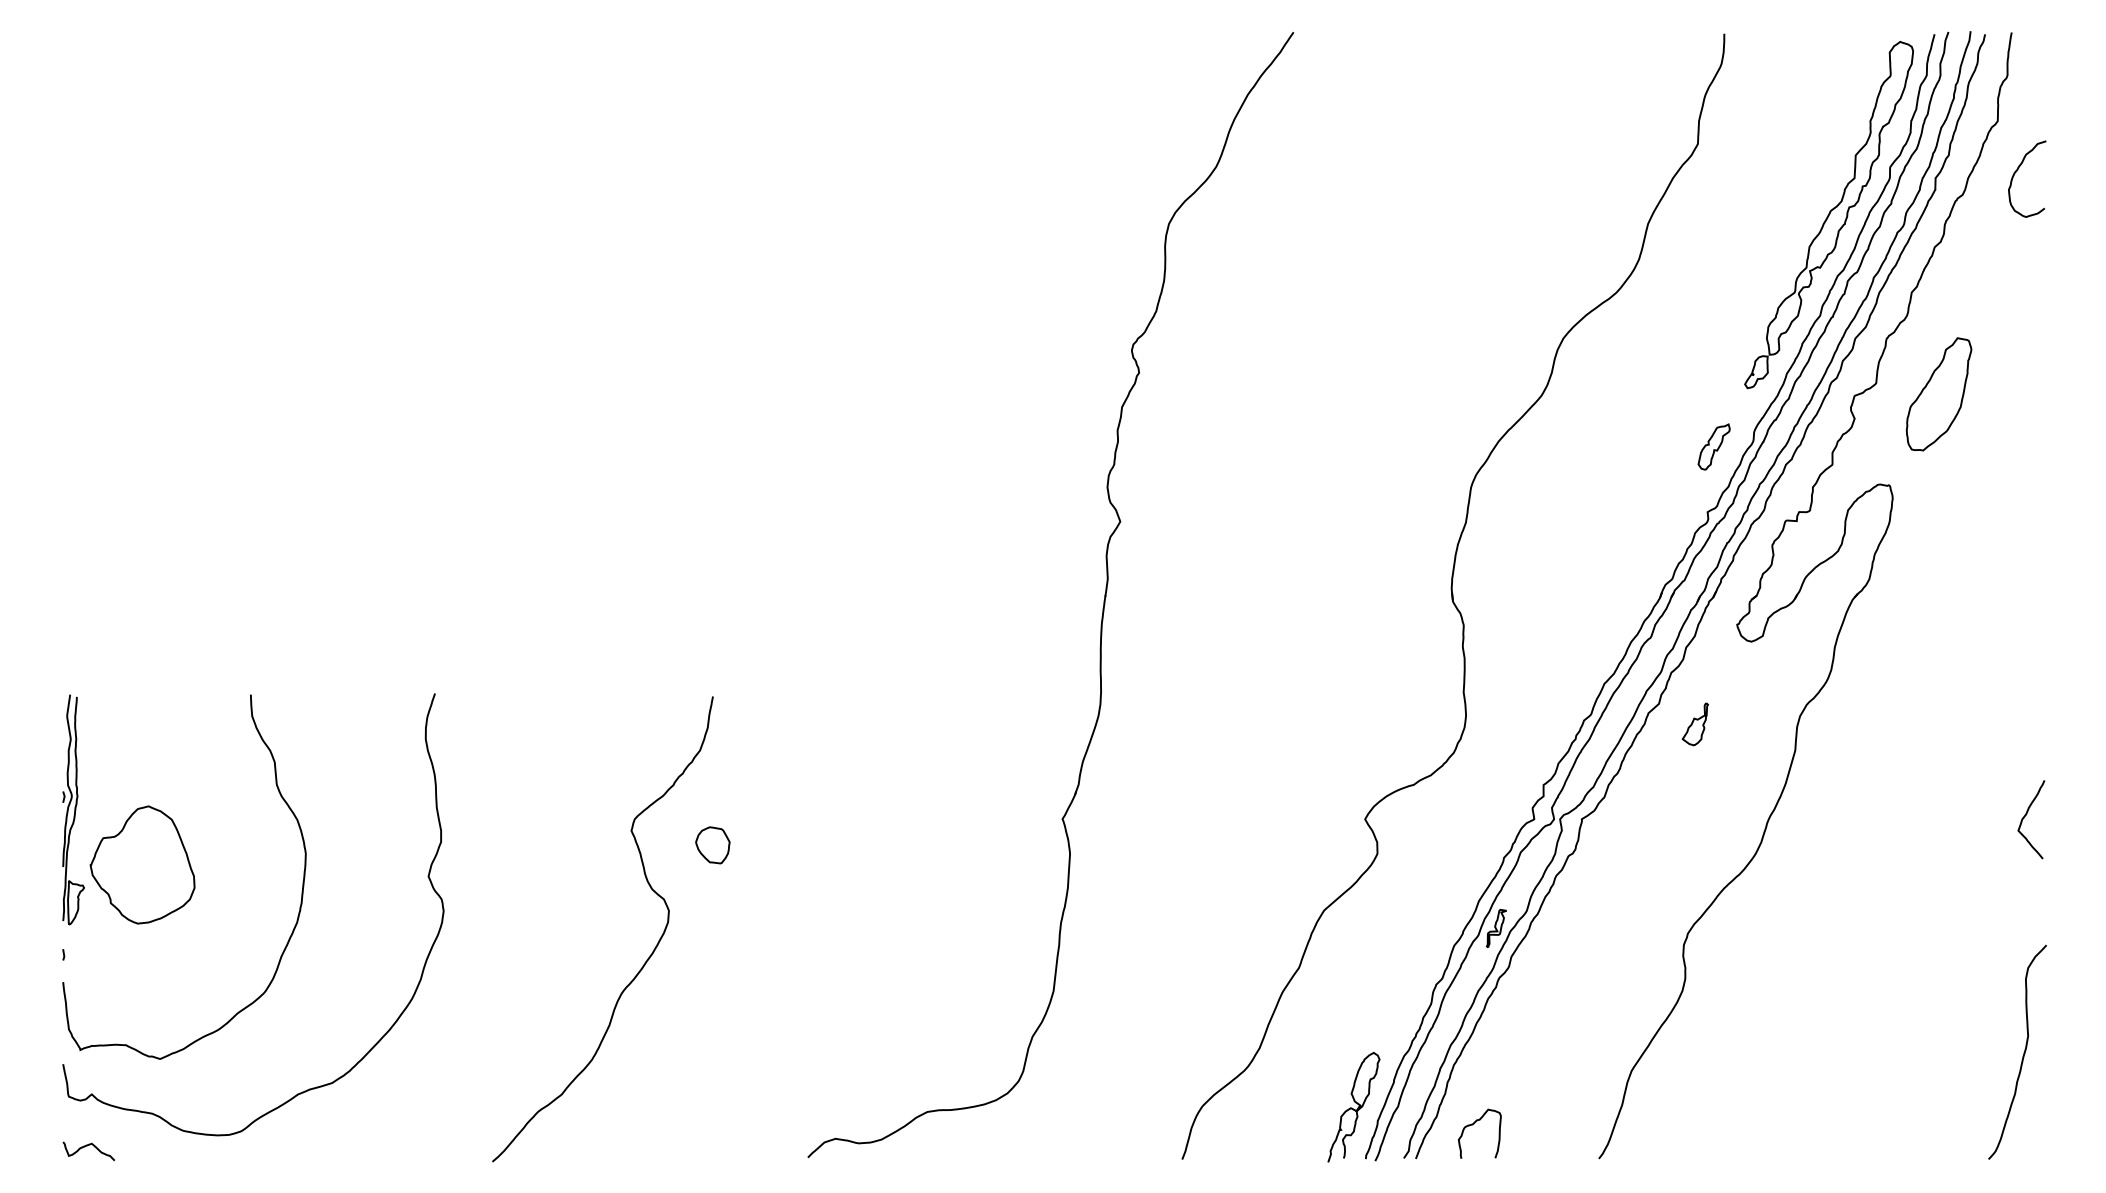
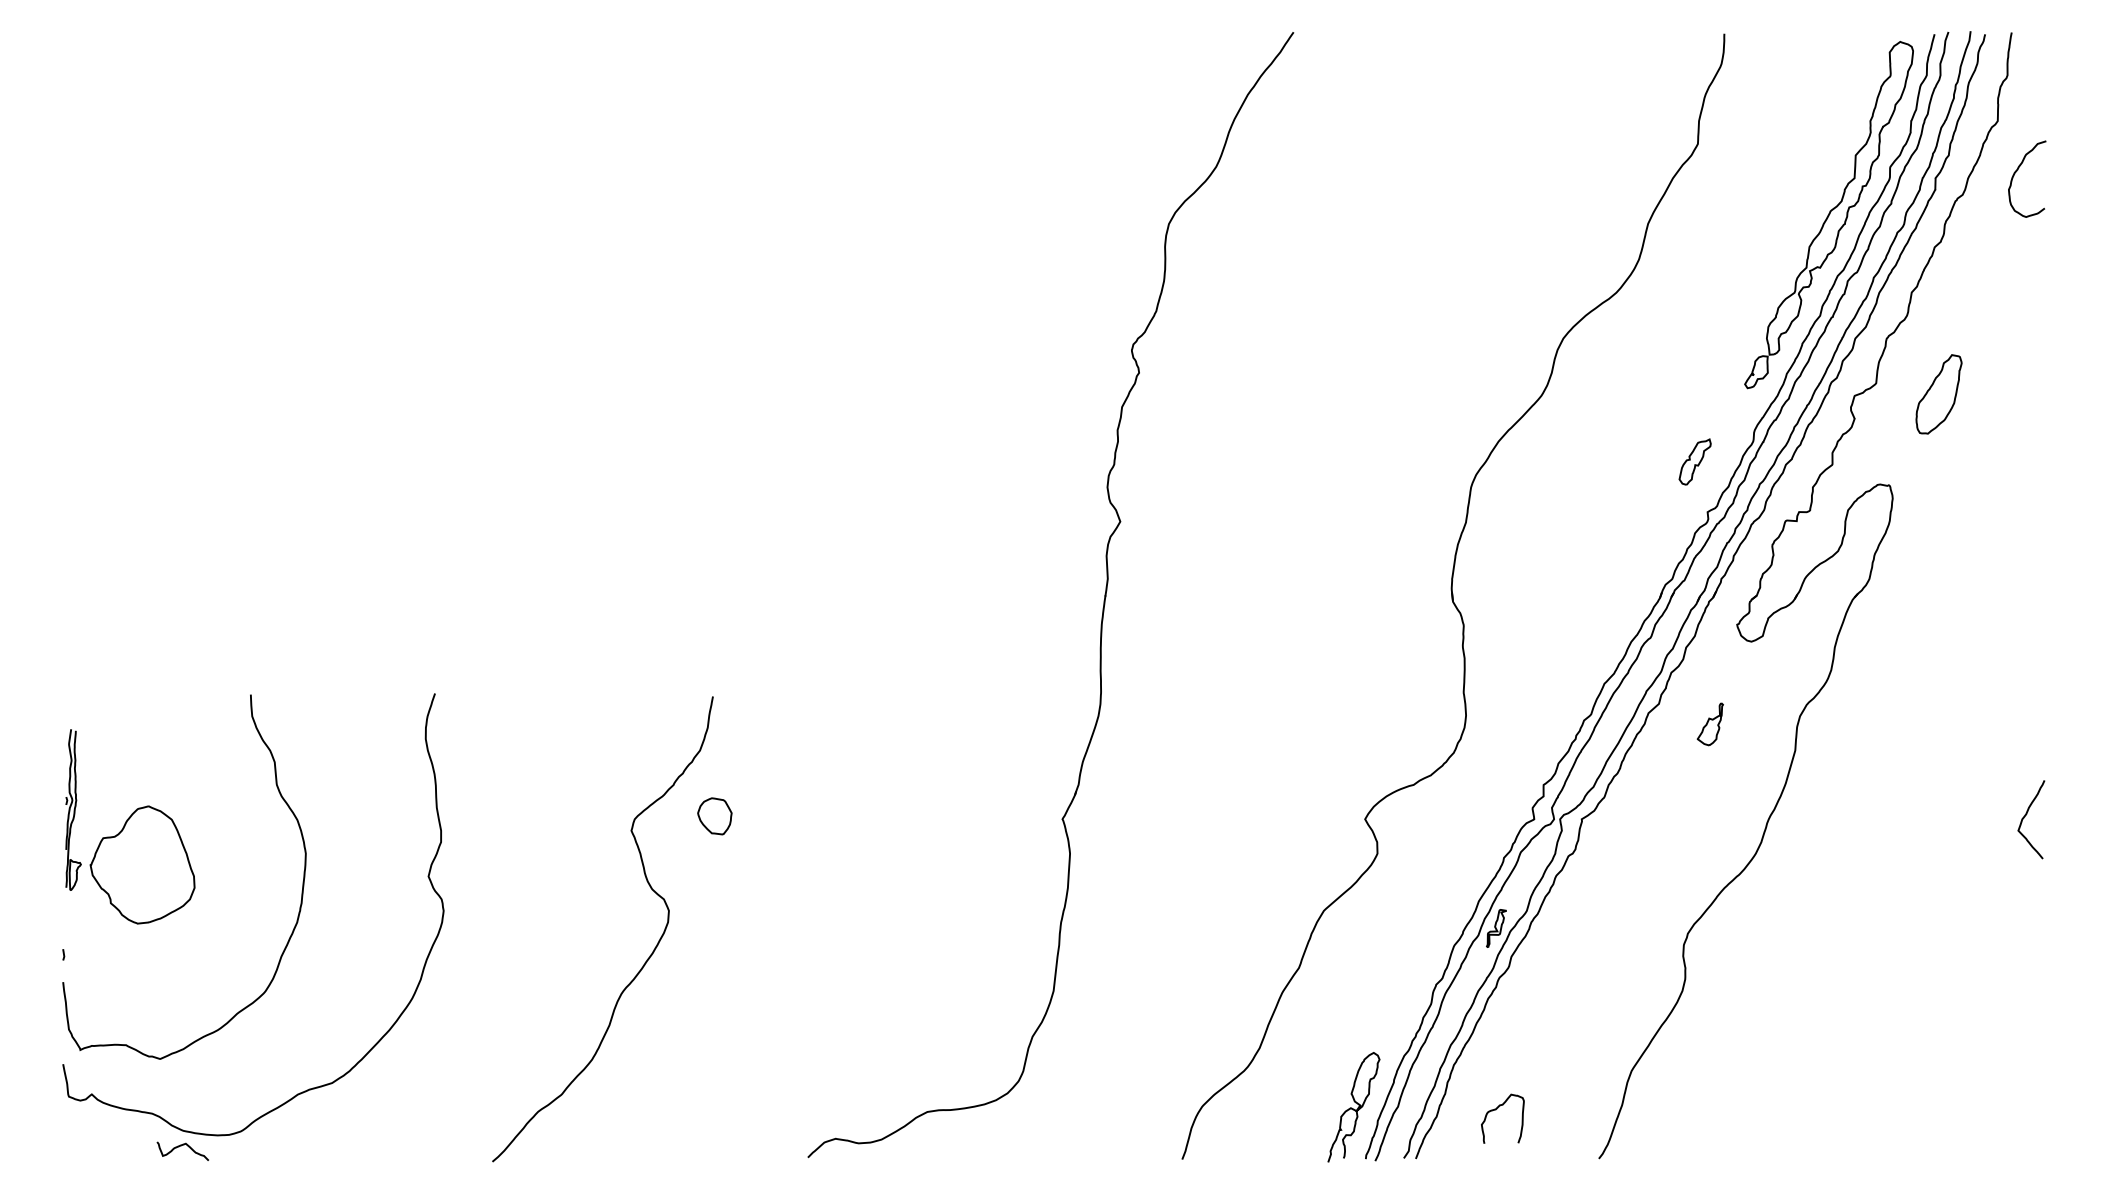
part at (1938, 394) size: 68x115 px -> 48x81 px
part at (1713, 446) position: (1713, 446) -> (1694, 461)
part at (1694, 724) position: (1694, 724) -> (1709, 724)
part at (73, 809) size: 23x232 px -> 17x162 px
part at (712, 845) position: (712, 845) -> (714, 816)
curve at (2023, 1052): present -> none
curve at (1473, 1125) position: (1473, 1125) -> (1496, 1110)
curve at (87, 1146) position: (87, 1146) -> (181, 1146)
